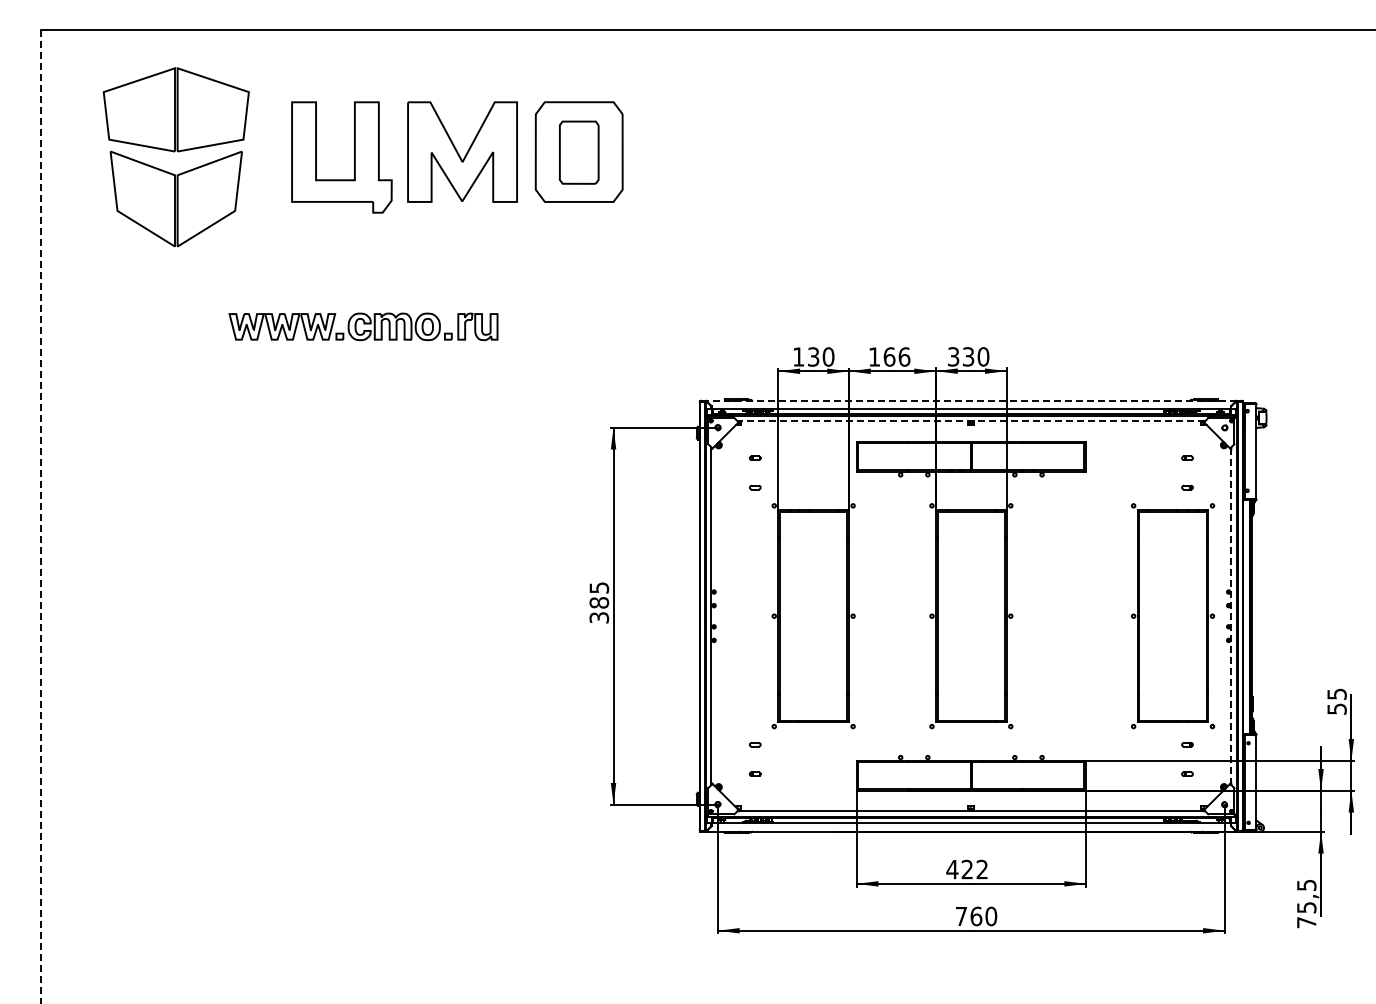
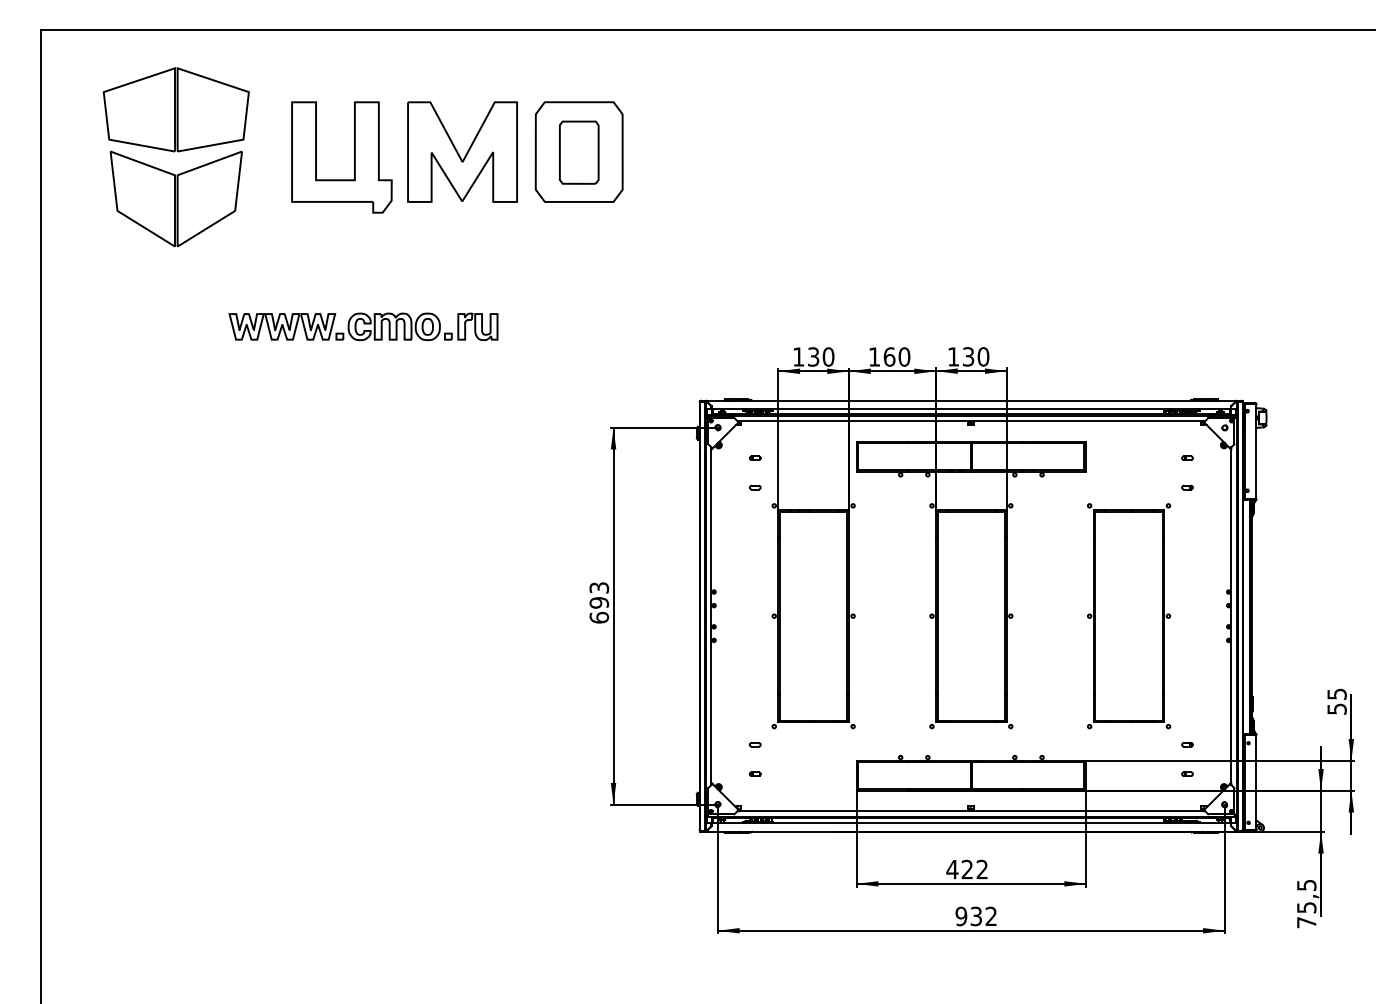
text at (904, 356): 166 -> 160
text at (953, 356): 330 -> 130
line at (970, 400): dashed -> solid
line at (971, 421): dashed -> solid
line at (41, 516): dashed -> solid
text at (599, 602): 385 -> 693
part at (1173, 616) position: (1173, 616) -> (1129, 616)
line at (1231, 616): dashed -> solid
text at (976, 916): 760 -> 932
